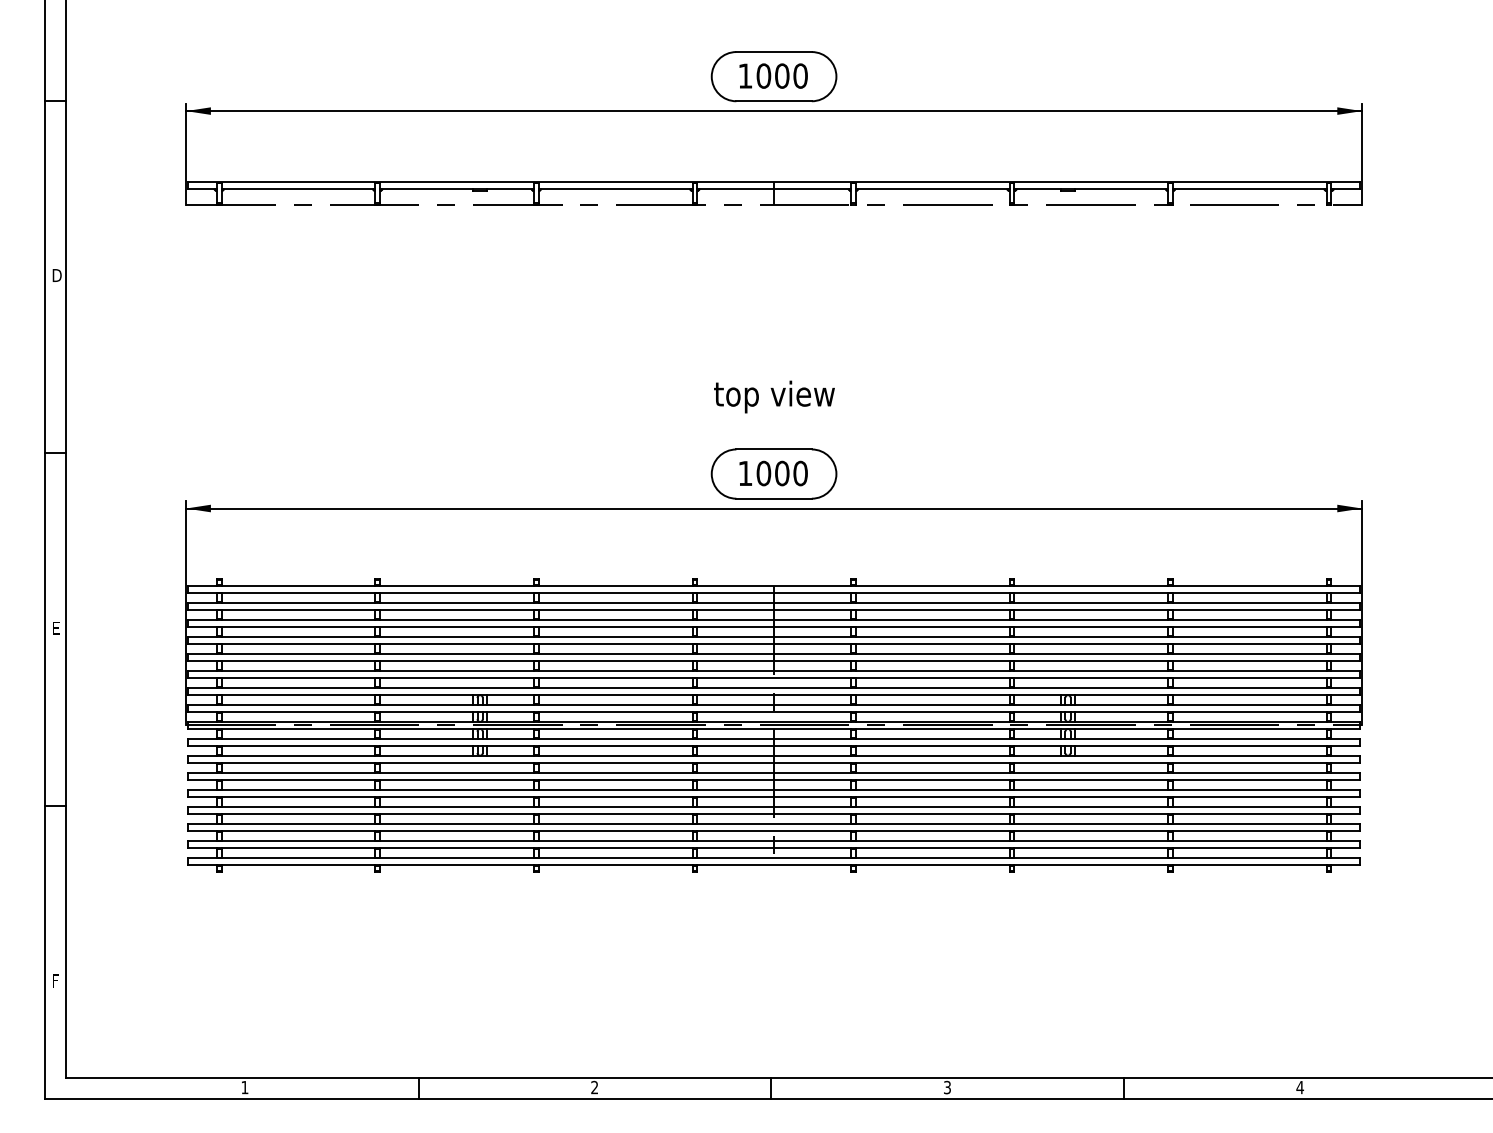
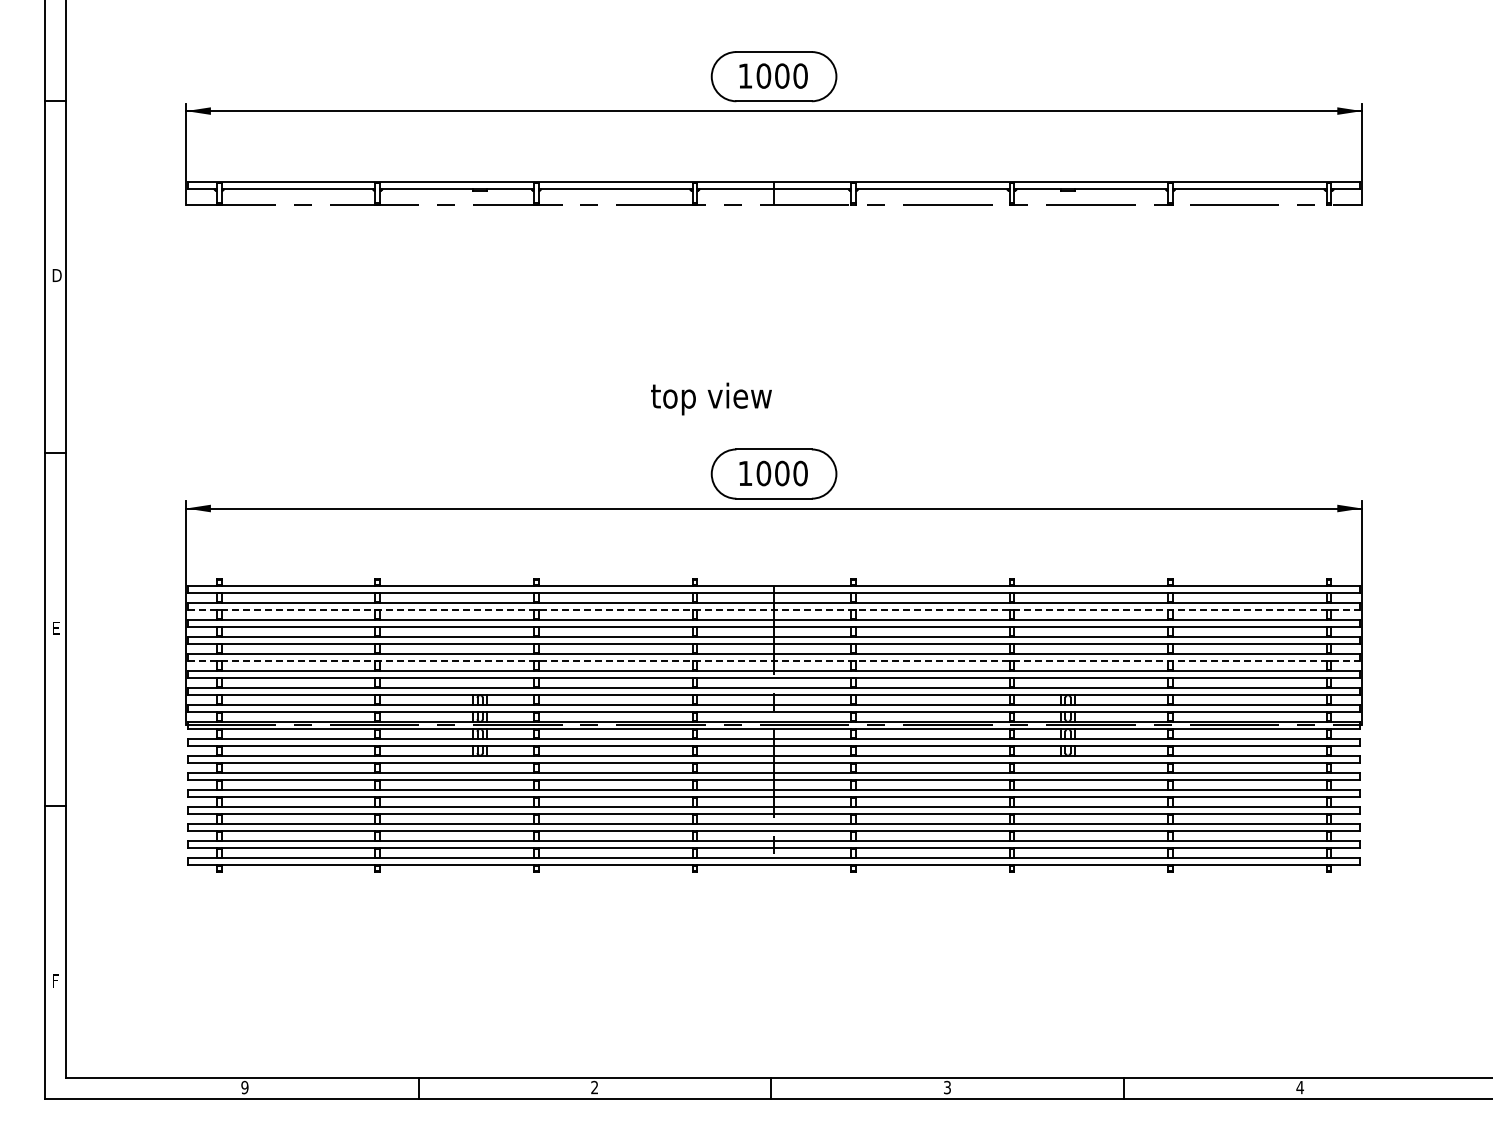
text at (774, 396) position: (774, 396) -> (711, 398)
line at (774, 609): solid -> dashed
line at (774, 660): solid -> dashed
text at (244, 1087): 1 -> 9
